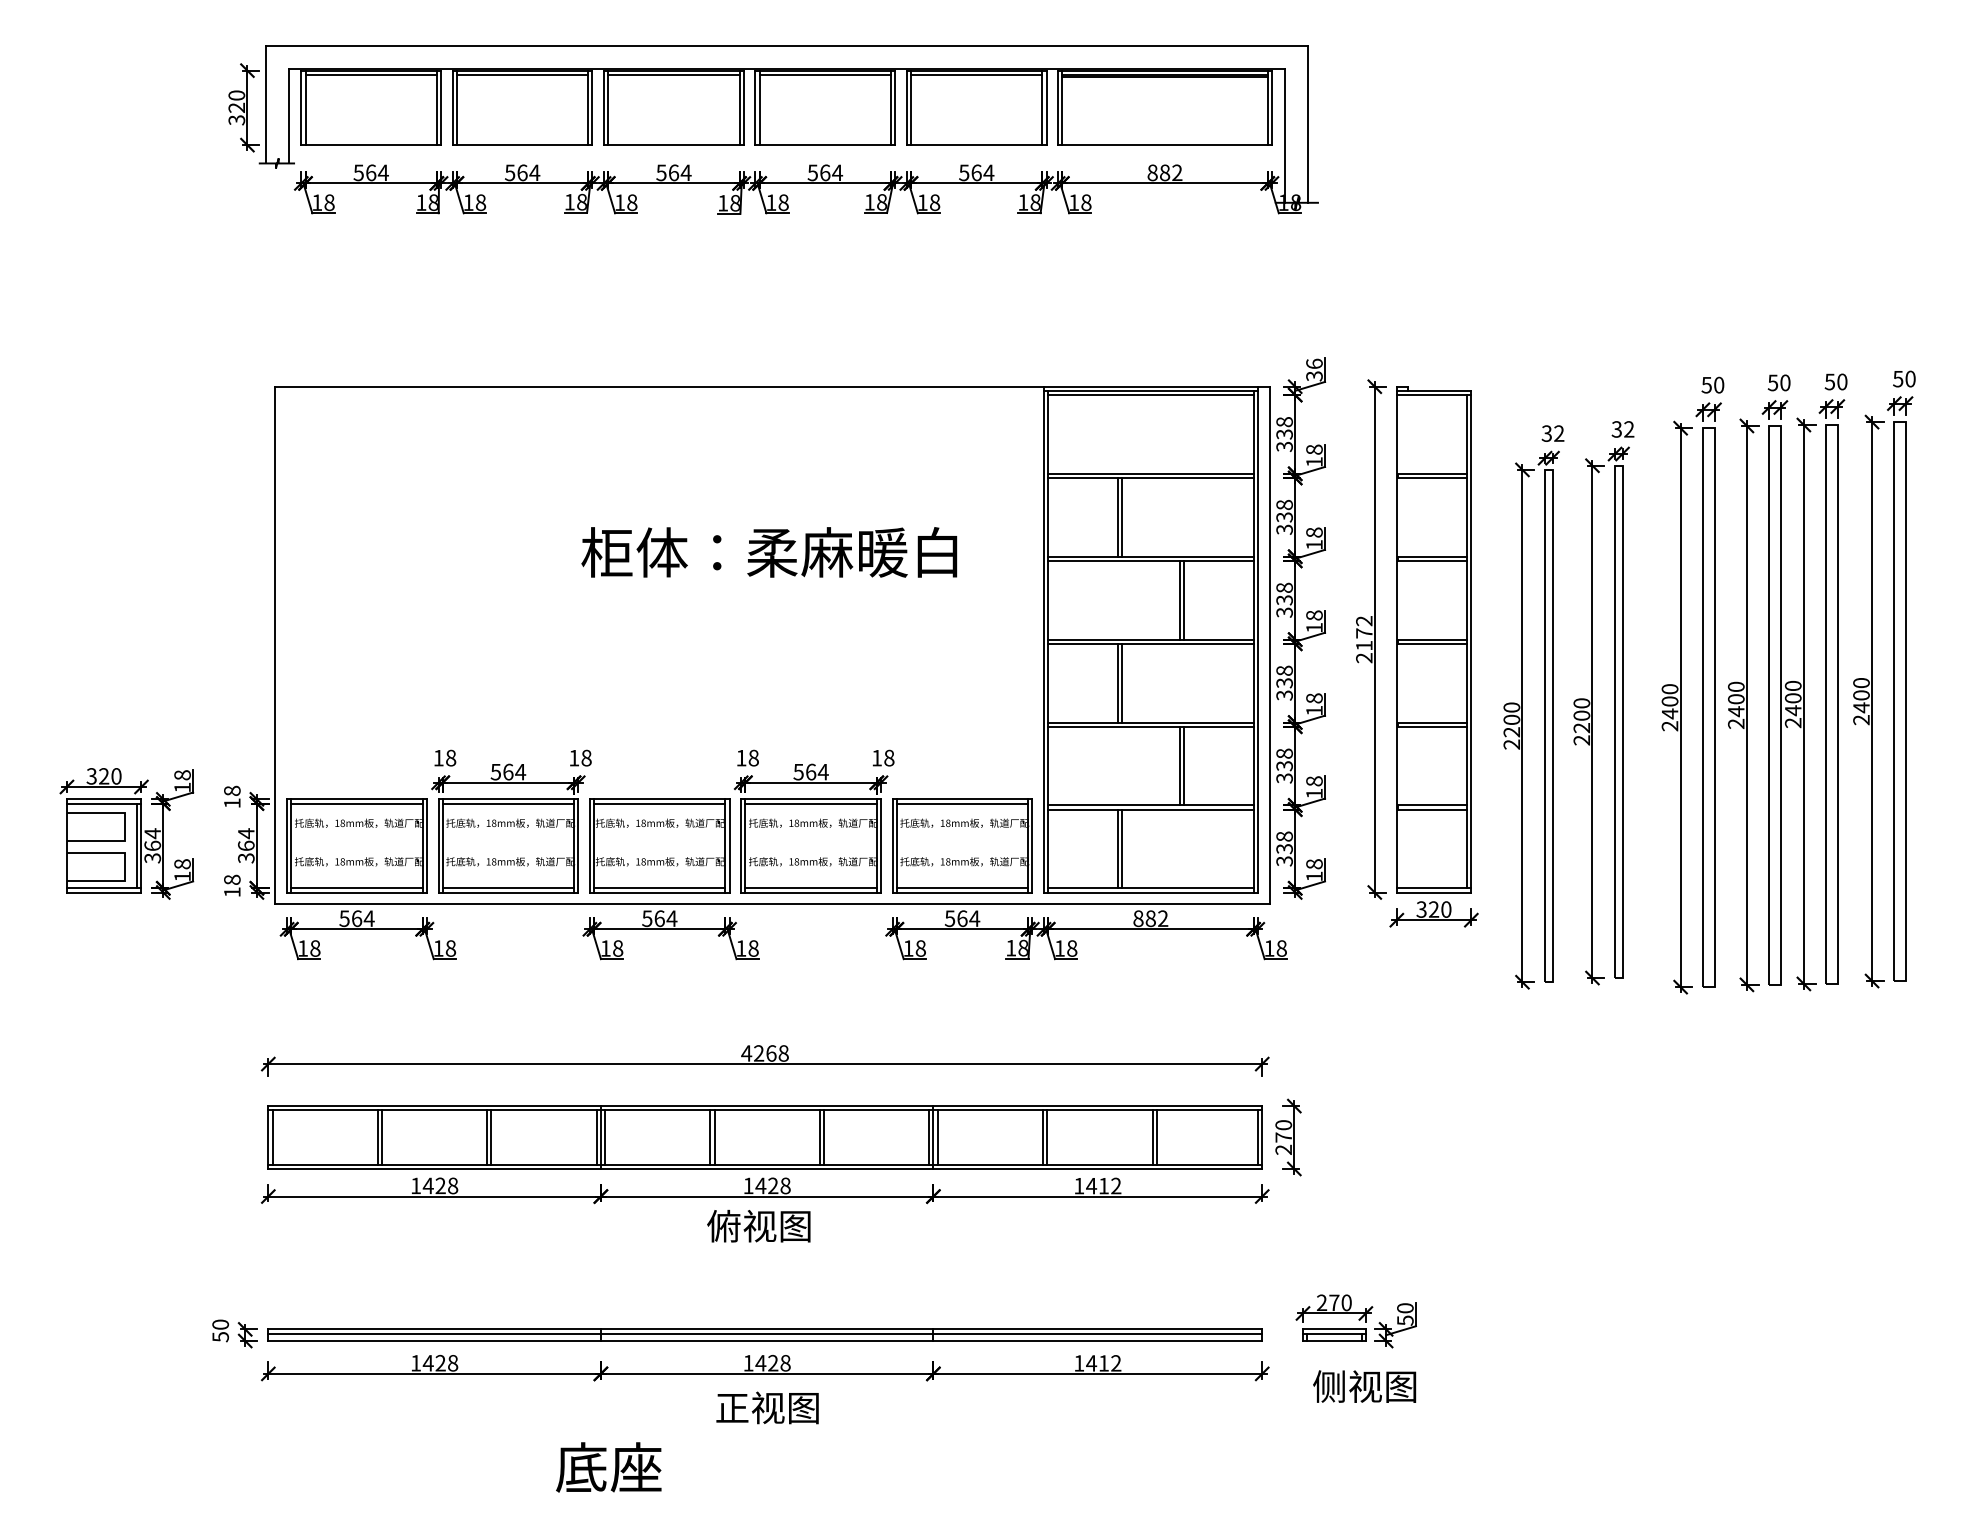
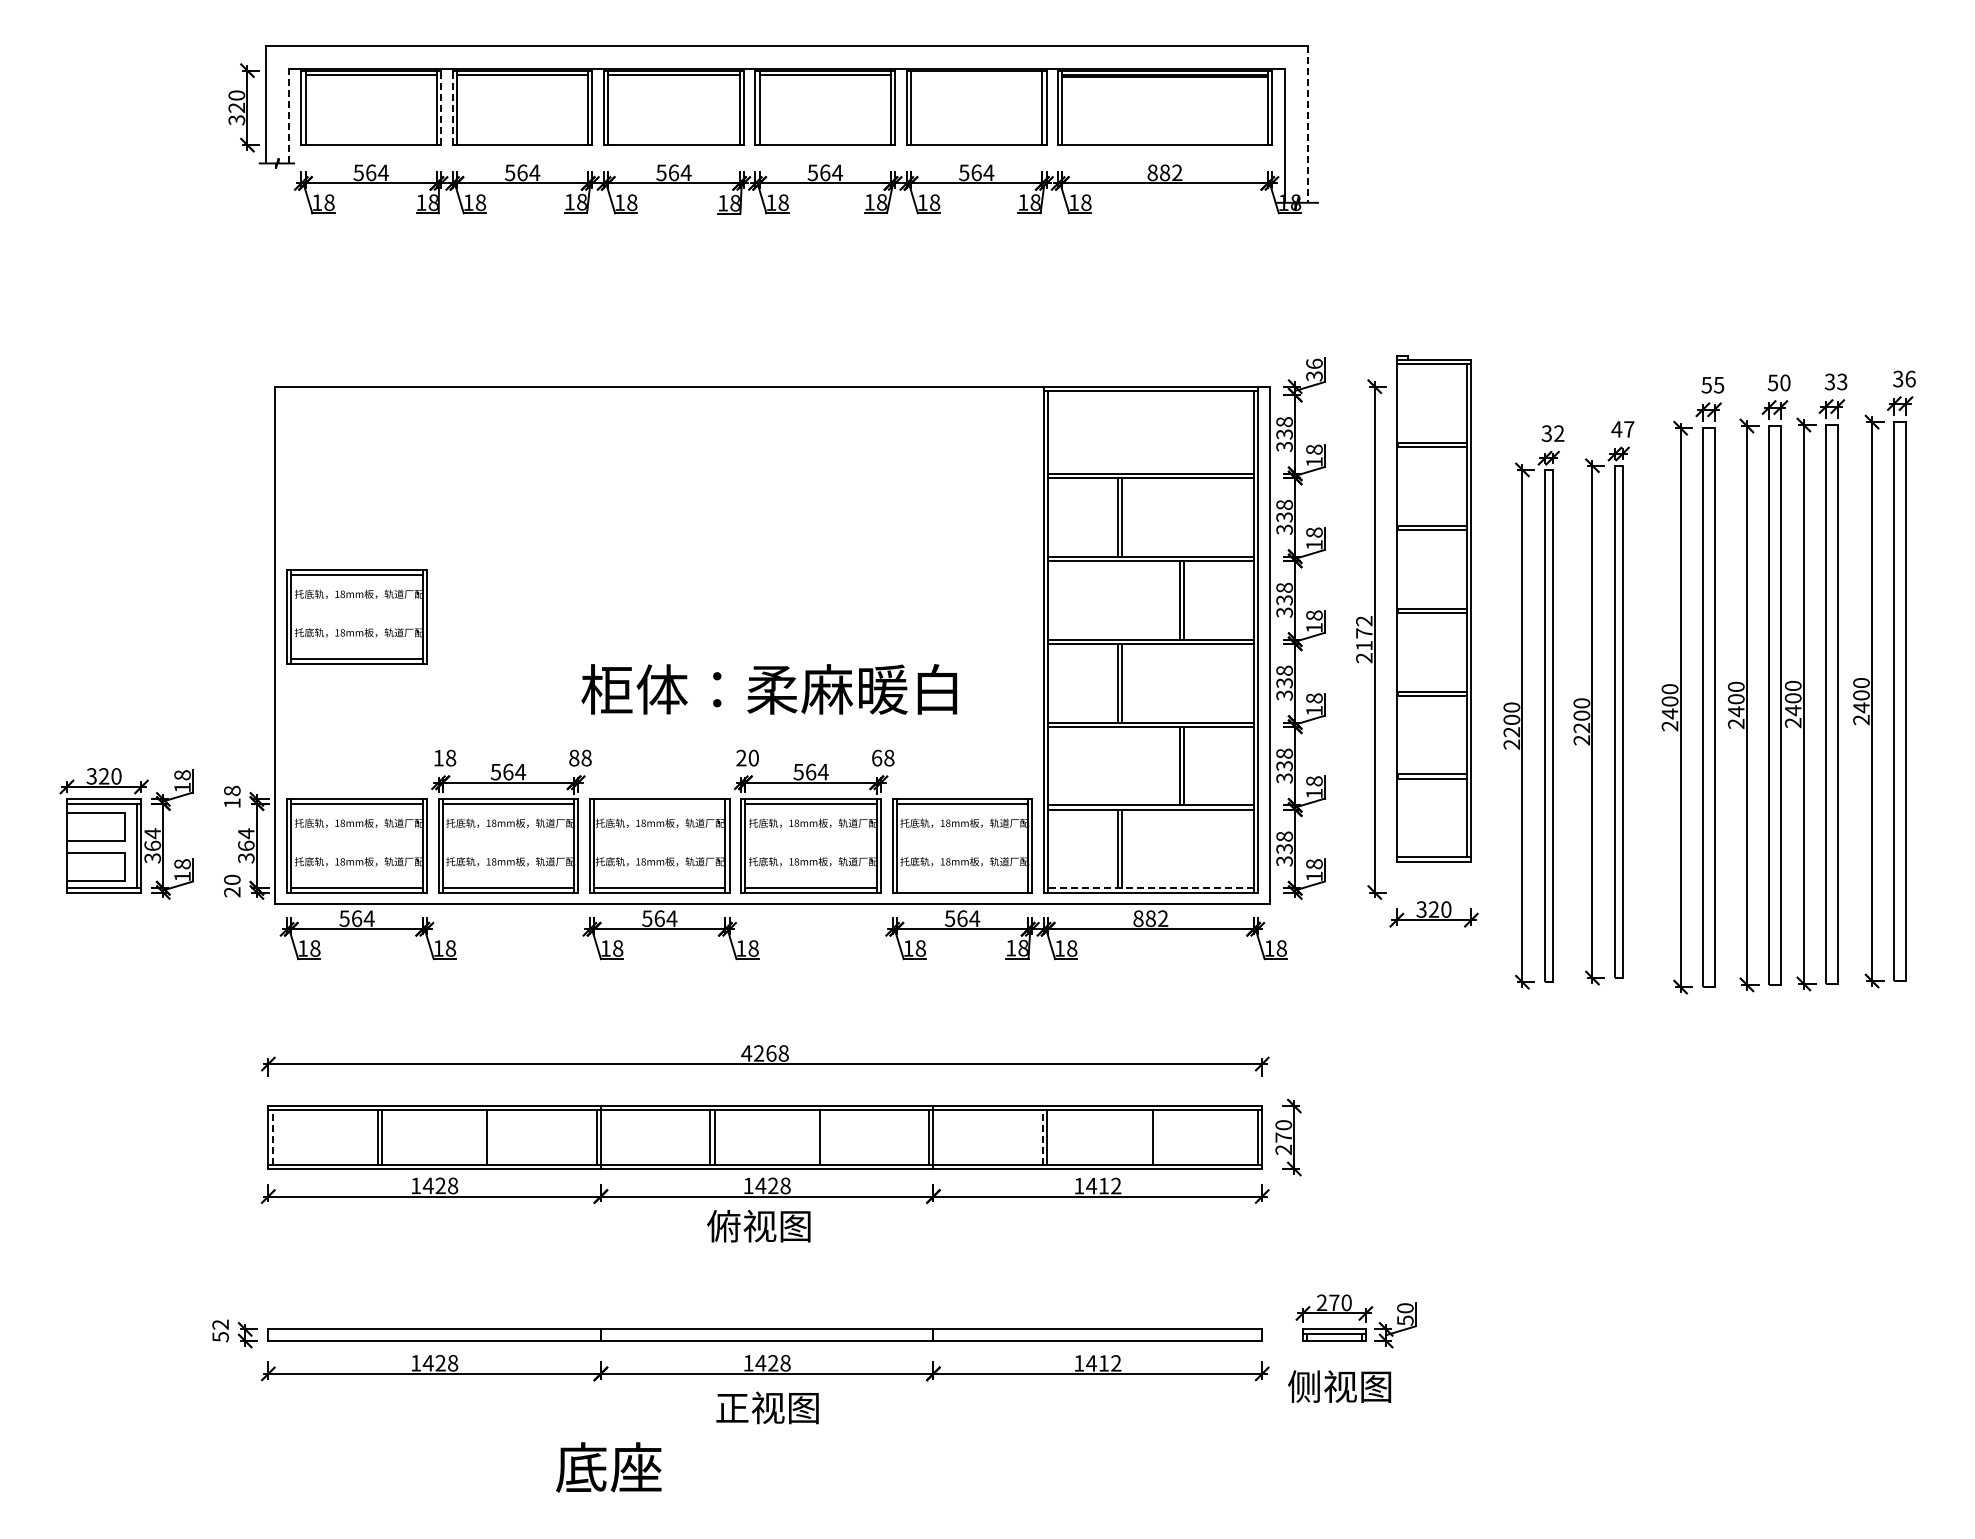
line at (976, 74): present -> none
line at (441, 107): solid -> dashed
line at (452, 107): solid -> dashed
line at (289, 115): solid -> dashed
line at (1307, 124): solid -> dashed
text at (1904, 378): 50 -> 36
text at (1836, 381): 50 -> 33
text at (1718, 384): 50 -> 55
line at (1150, 395): present -> none
text at (1622, 429): 32 -> 47
text at (769, 552) position: (769, 552) -> (769, 689)
part at (356, 616): none -> present
part at (1433, 639) position: (1433, 639) -> (1433, 608)
text at (574, 757): 18 -> 88
text at (747, 757): 18 -> 20
text at (877, 757): 18 -> 68
line at (659, 803): present -> none
text at (232, 885): 18 -> 20
line at (962, 888): present -> none
line at (1150, 888): solid -> dashed
line at (272, 1137): solid -> dashed
line at (491, 1137): present -> none
line at (605, 1137): present -> none
line at (823, 1137): present -> none
line at (937, 1137): present -> none
line at (1042, 1137): solid -> dashed
line at (1156, 1137): present -> none
text at (220, 1324): 50 -> 52
line at (765, 1333): present -> none
text at (1364, 1386) position: (1364, 1386) -> (1339, 1386)
